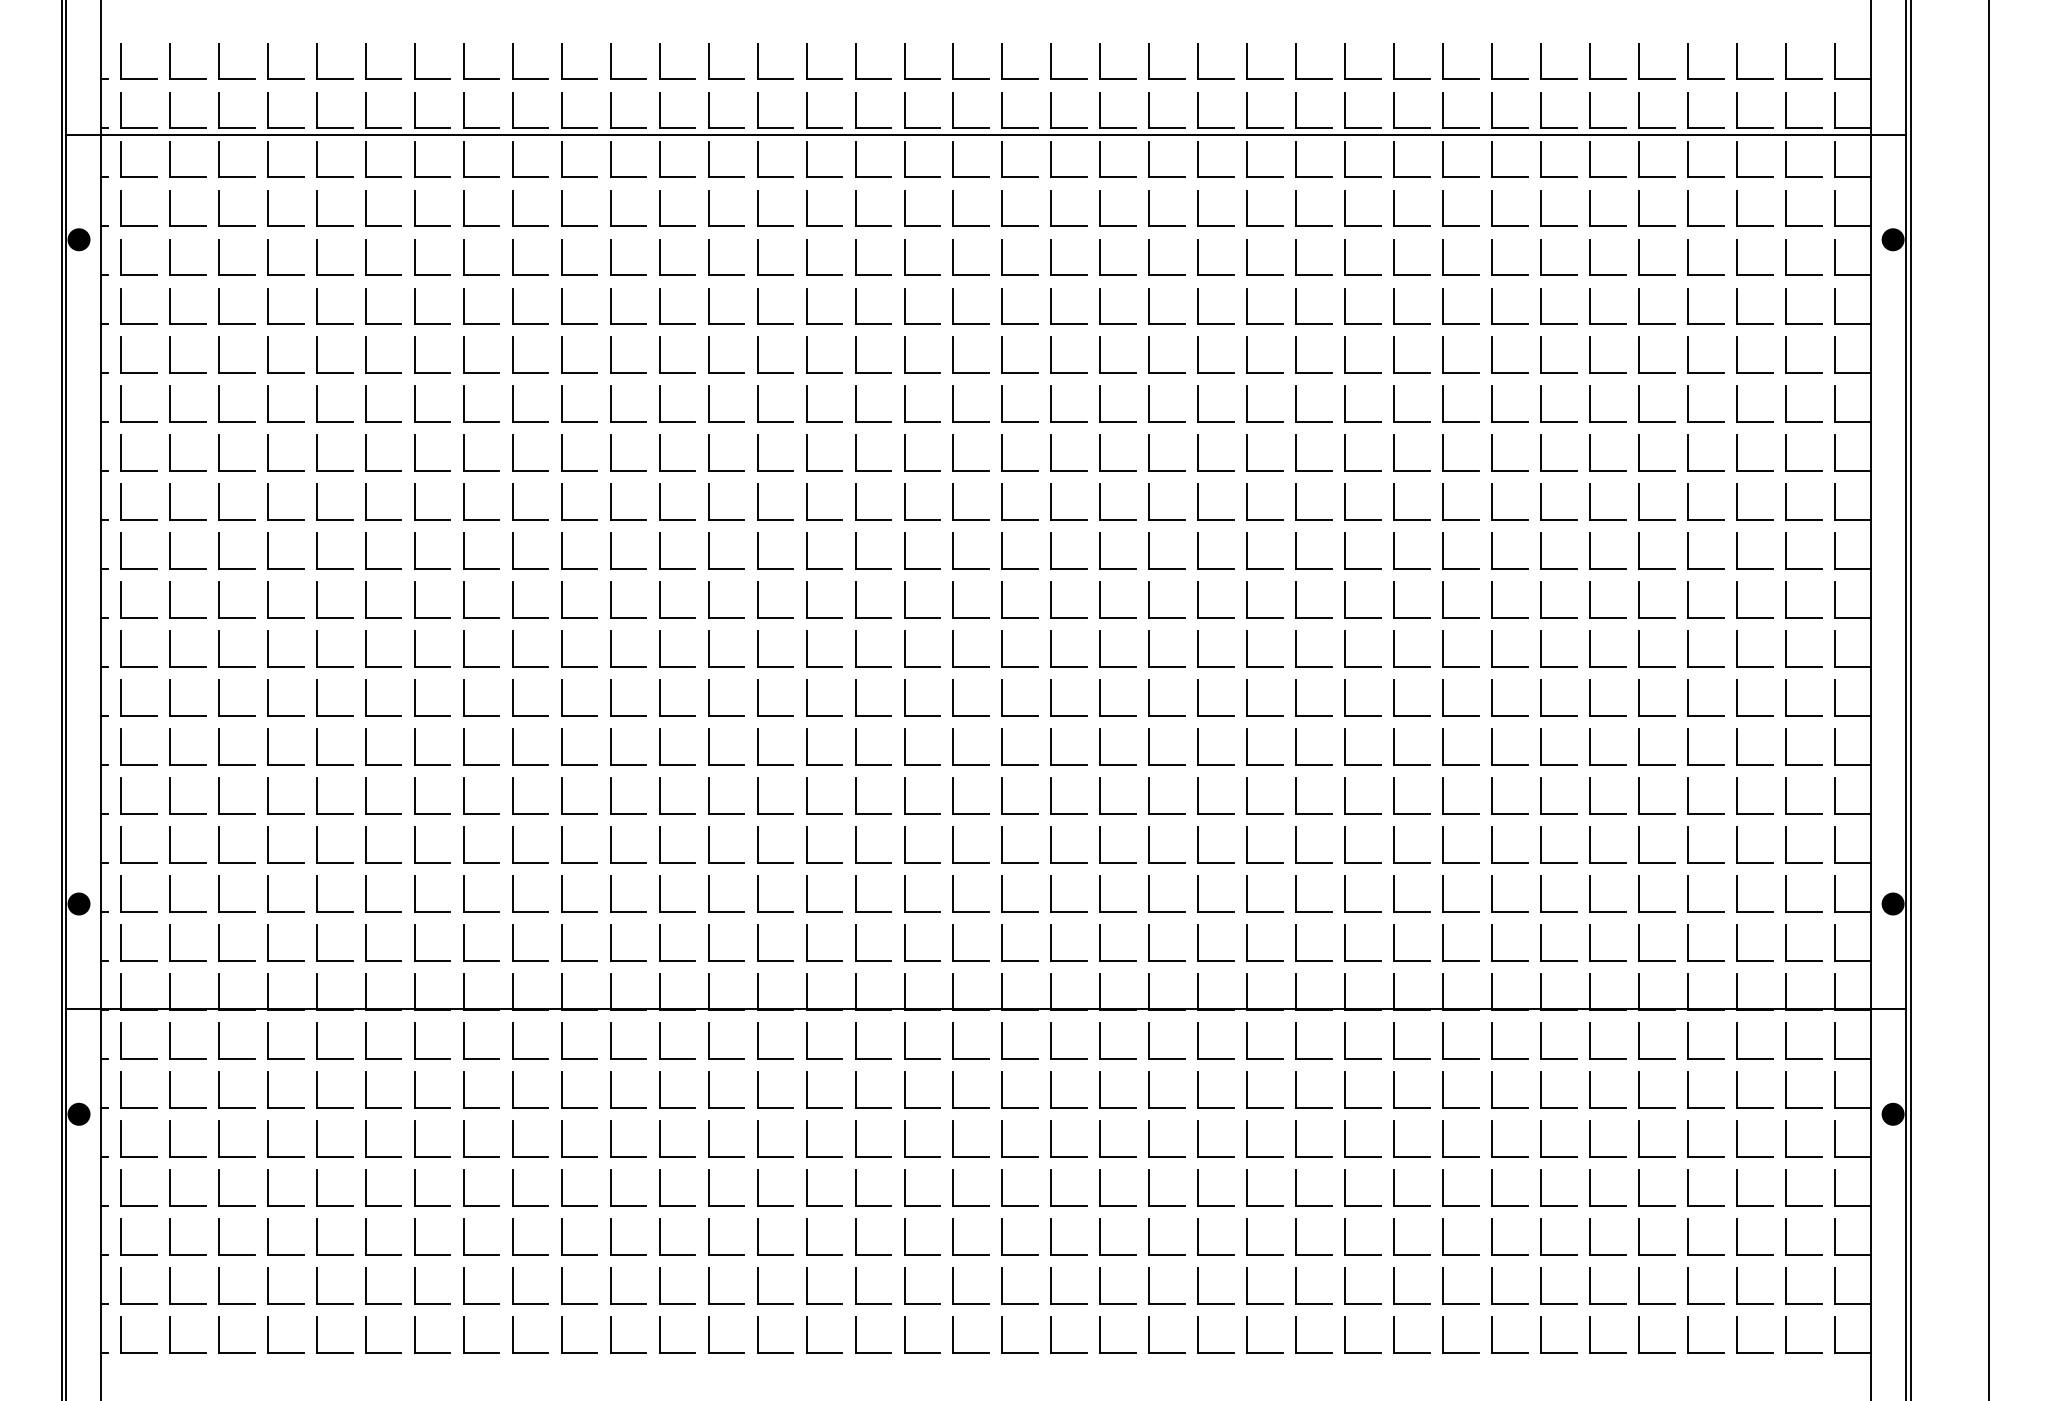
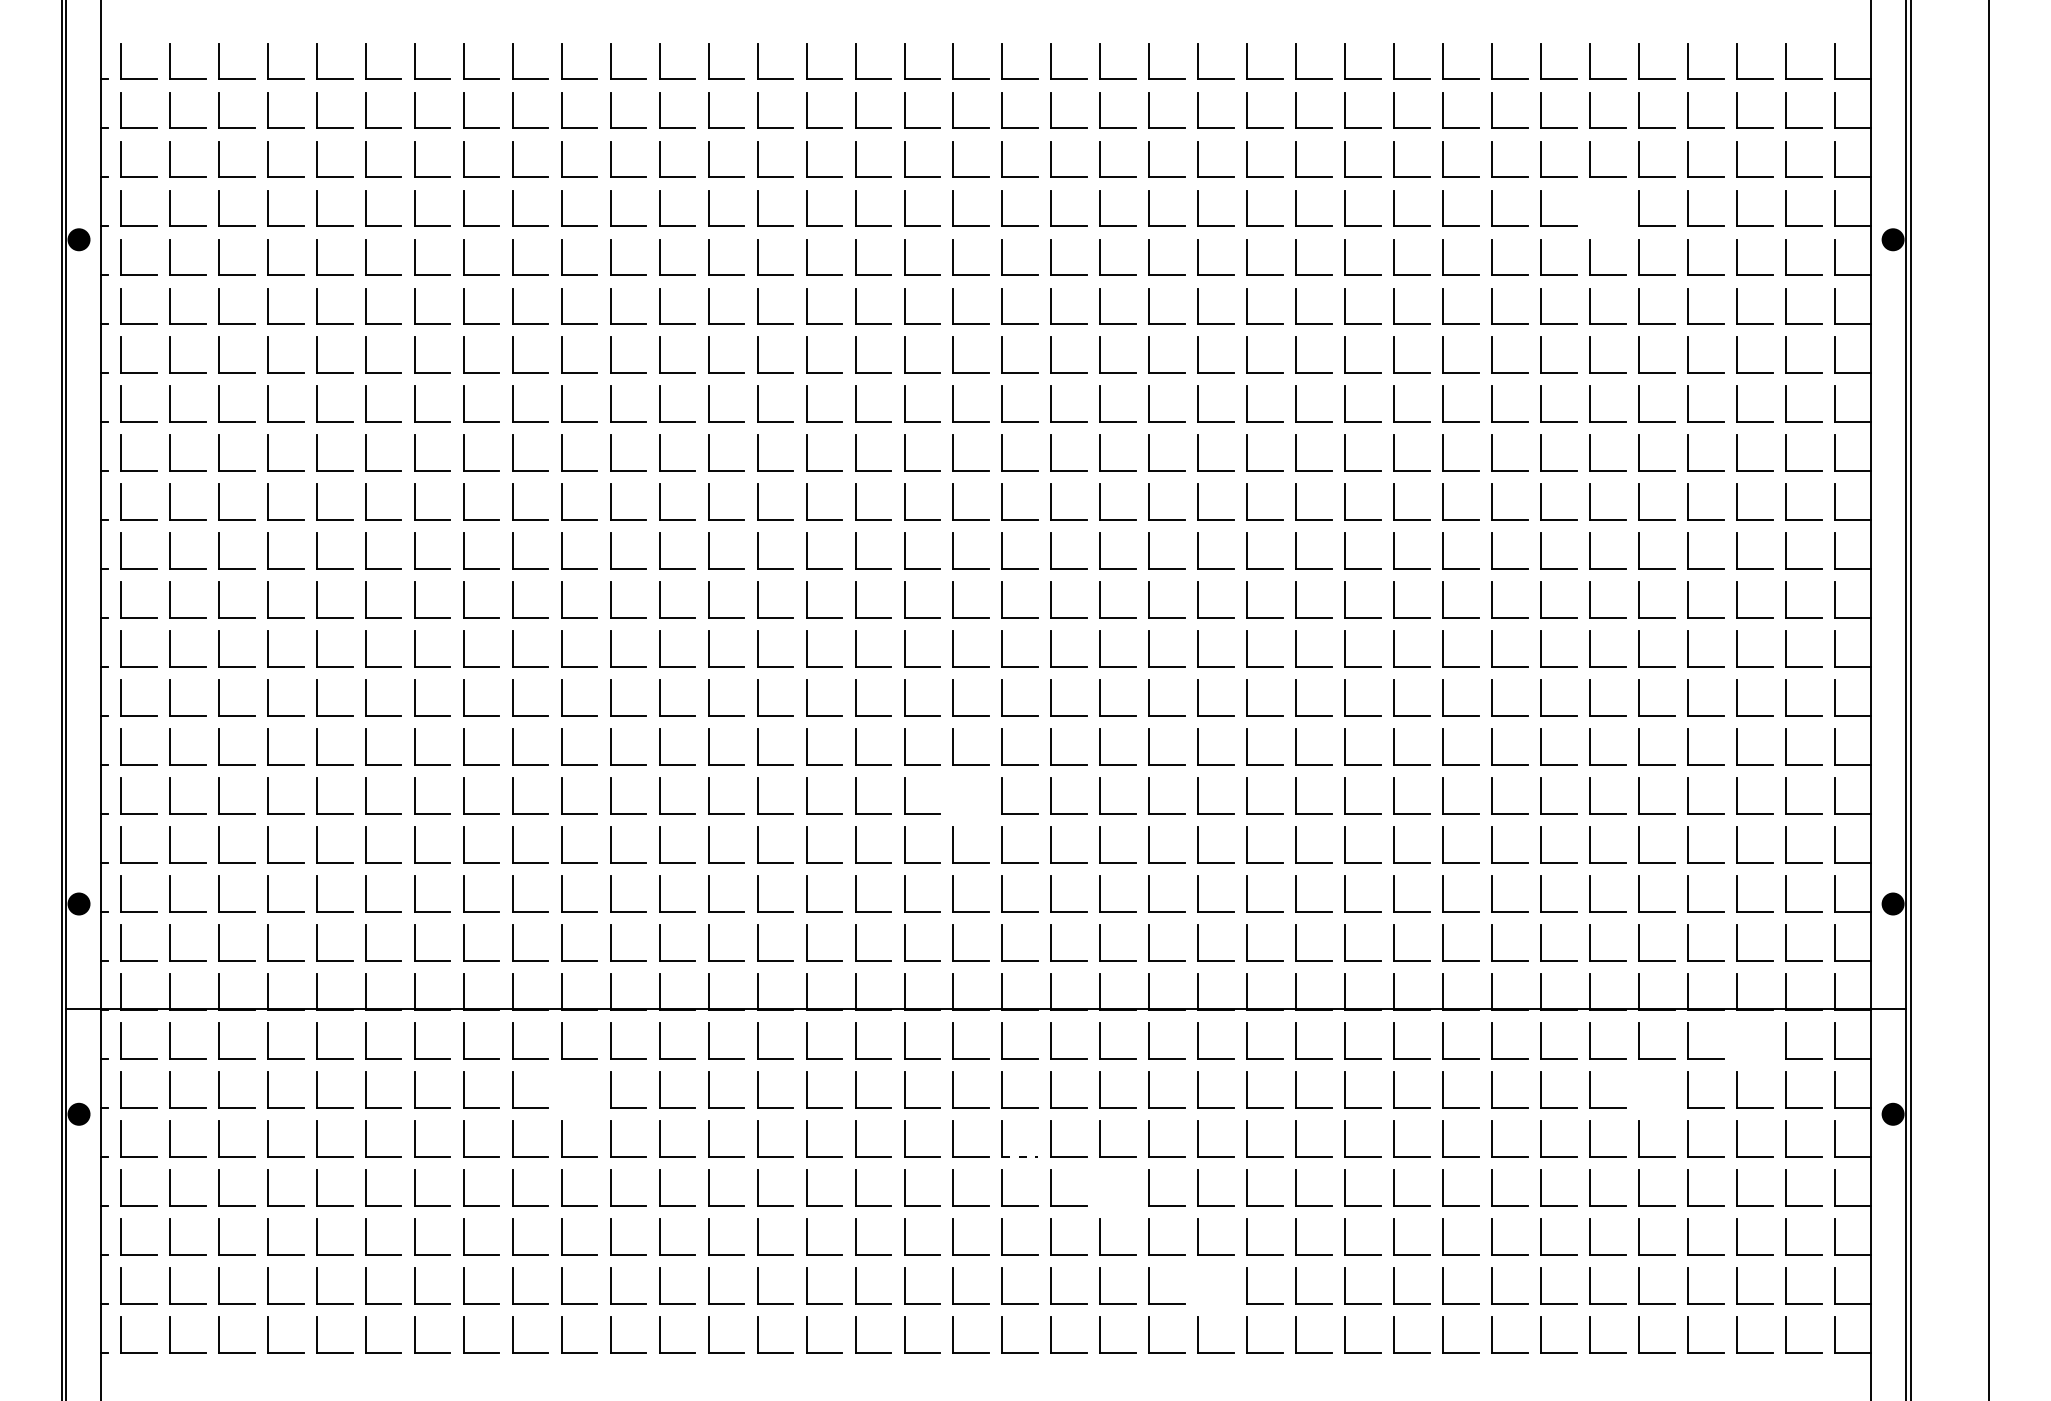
line at (985, 134): present -> none
part at (1590, 208): present -> none
part at (953, 795): present -> none
part at (1737, 1040): present -> none
part at (562, 1089): present -> none
part at (1639, 1089): present -> none
line at (1020, 1156): solid -> dashed
part at (1100, 1187): present -> none
part at (1198, 1285): present -> none
